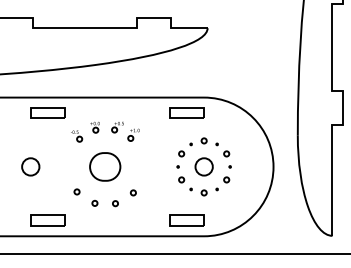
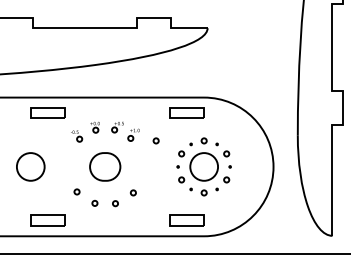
circle at (155, 140): none -> present
circle at (30, 166) diameter: 17 px -> 28 px
circle at (203, 166) diameter: 17 px -> 28 px
